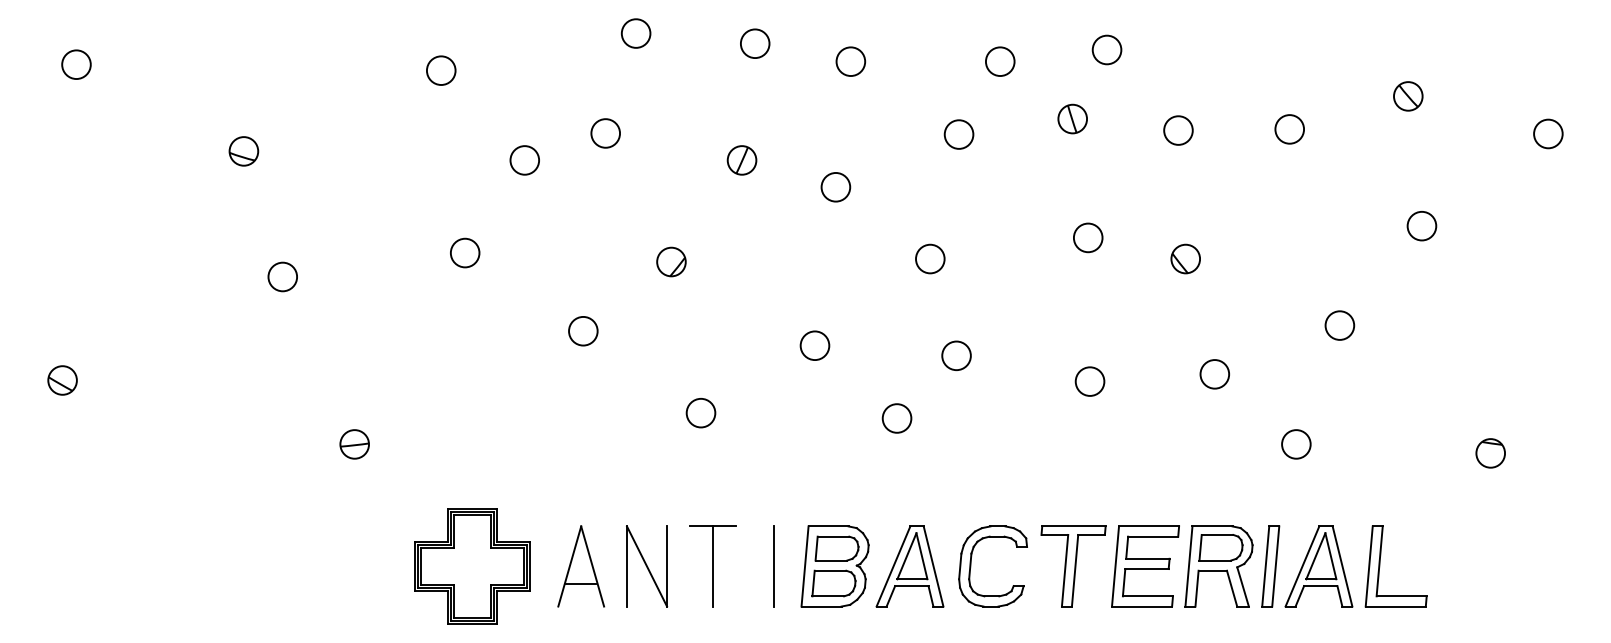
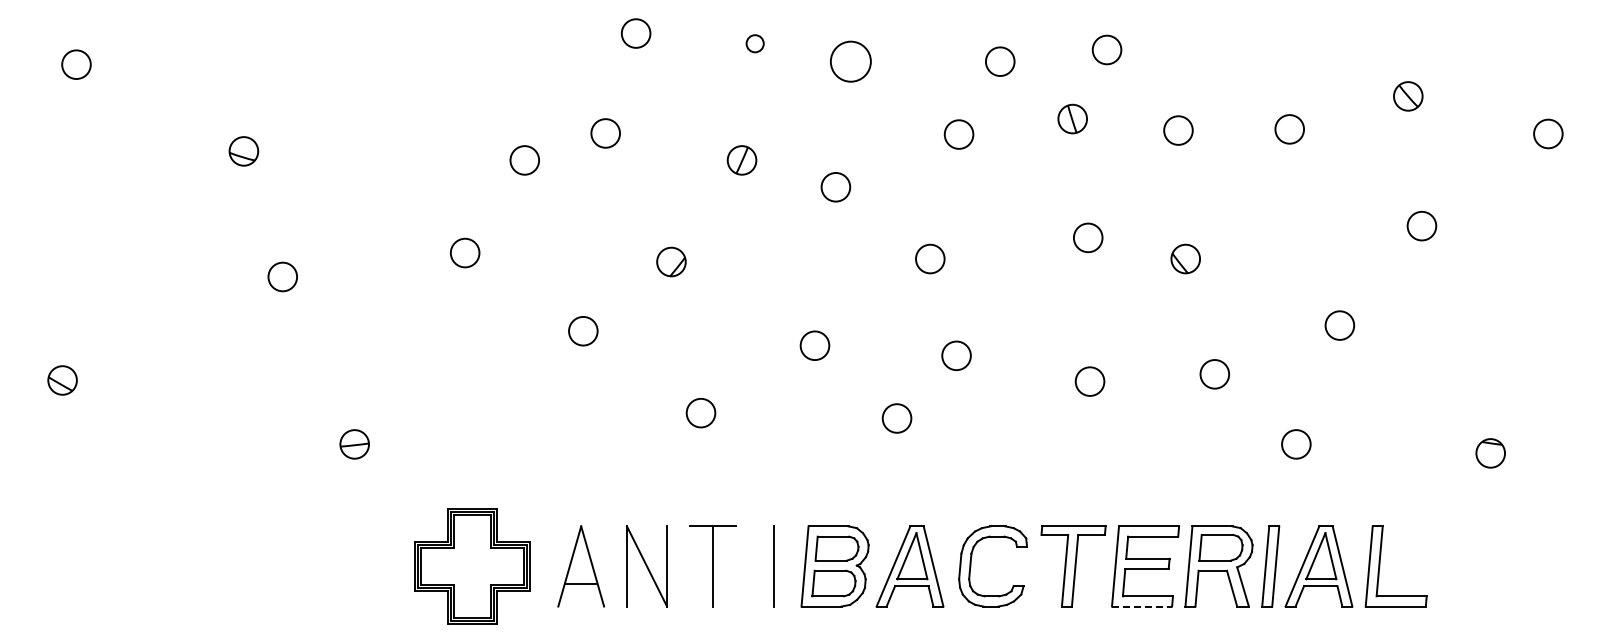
circle at (754, 43) diameter: 29 px -> 17 px
circle at (850, 61) diameter: 29 px -> 40 px
circle at (441, 70): present -> none
line at (1142, 606): solid -> dashed
